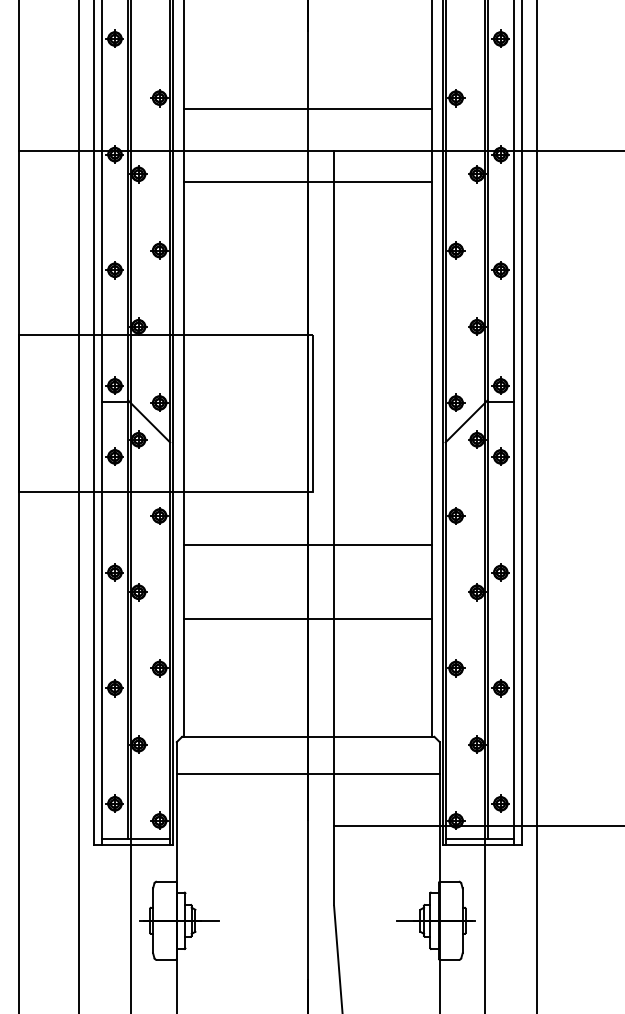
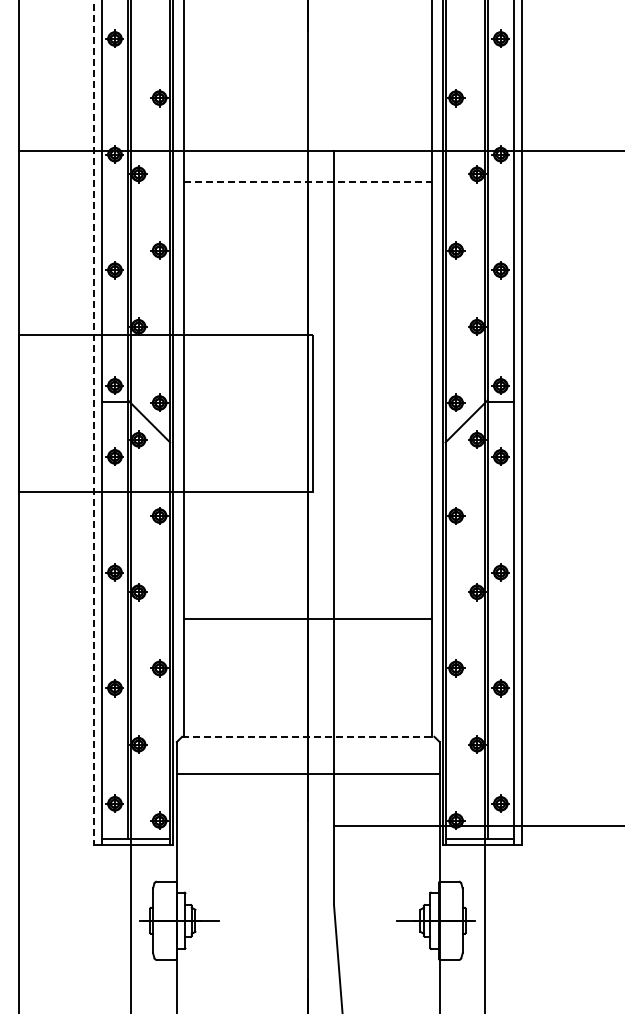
line at (307, 108): present -> none
line at (308, 182): solid -> dashed
line at (93, 422): solid -> dashed
line at (78, 506): present -> none
line at (537, 506): present -> none
line at (307, 544): present -> none
line at (308, 736): solid -> dashed
